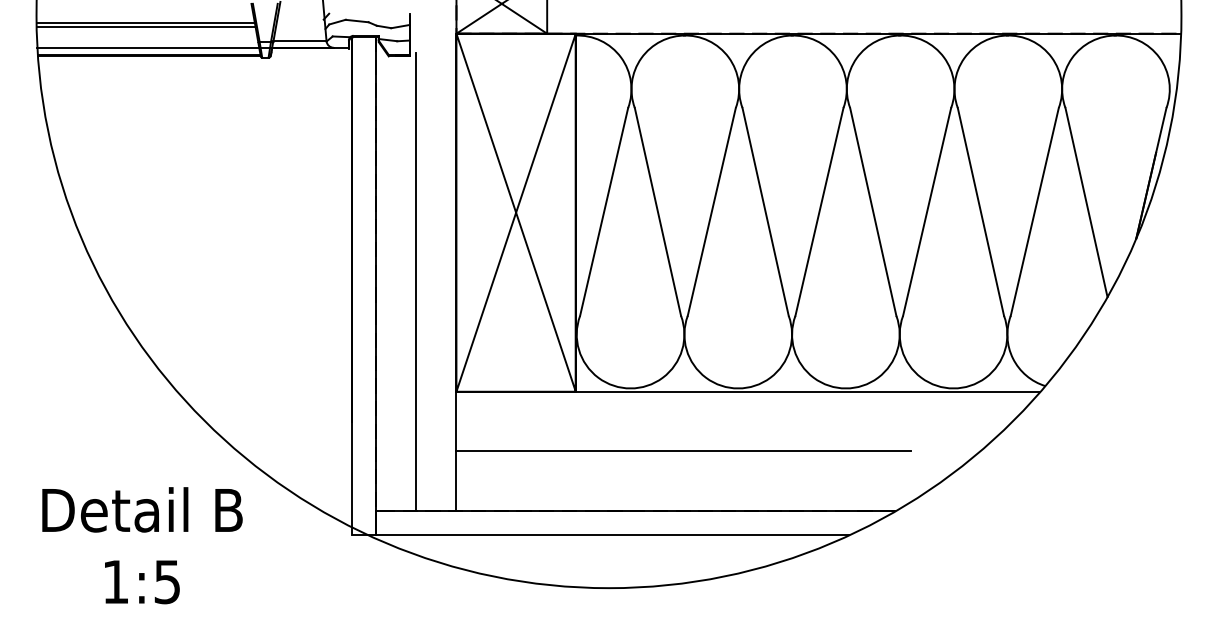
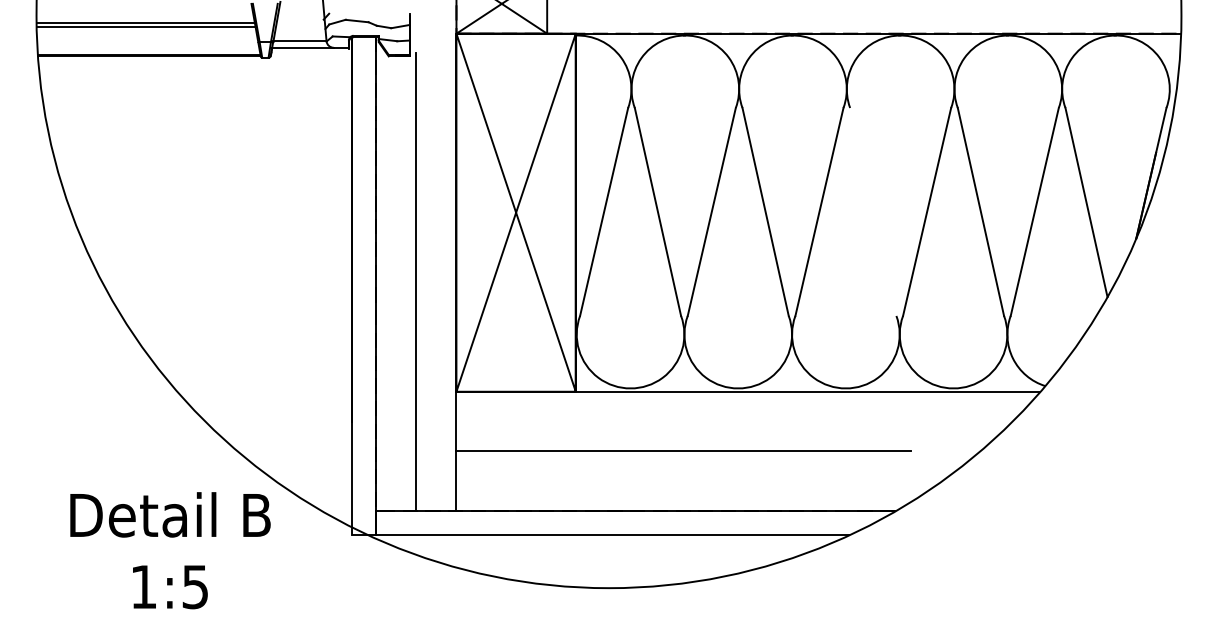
line at (185, 47): present -> none
line at (873, 211): present -> none
text at (142, 545) position: (142, 545) -> (170, 550)
